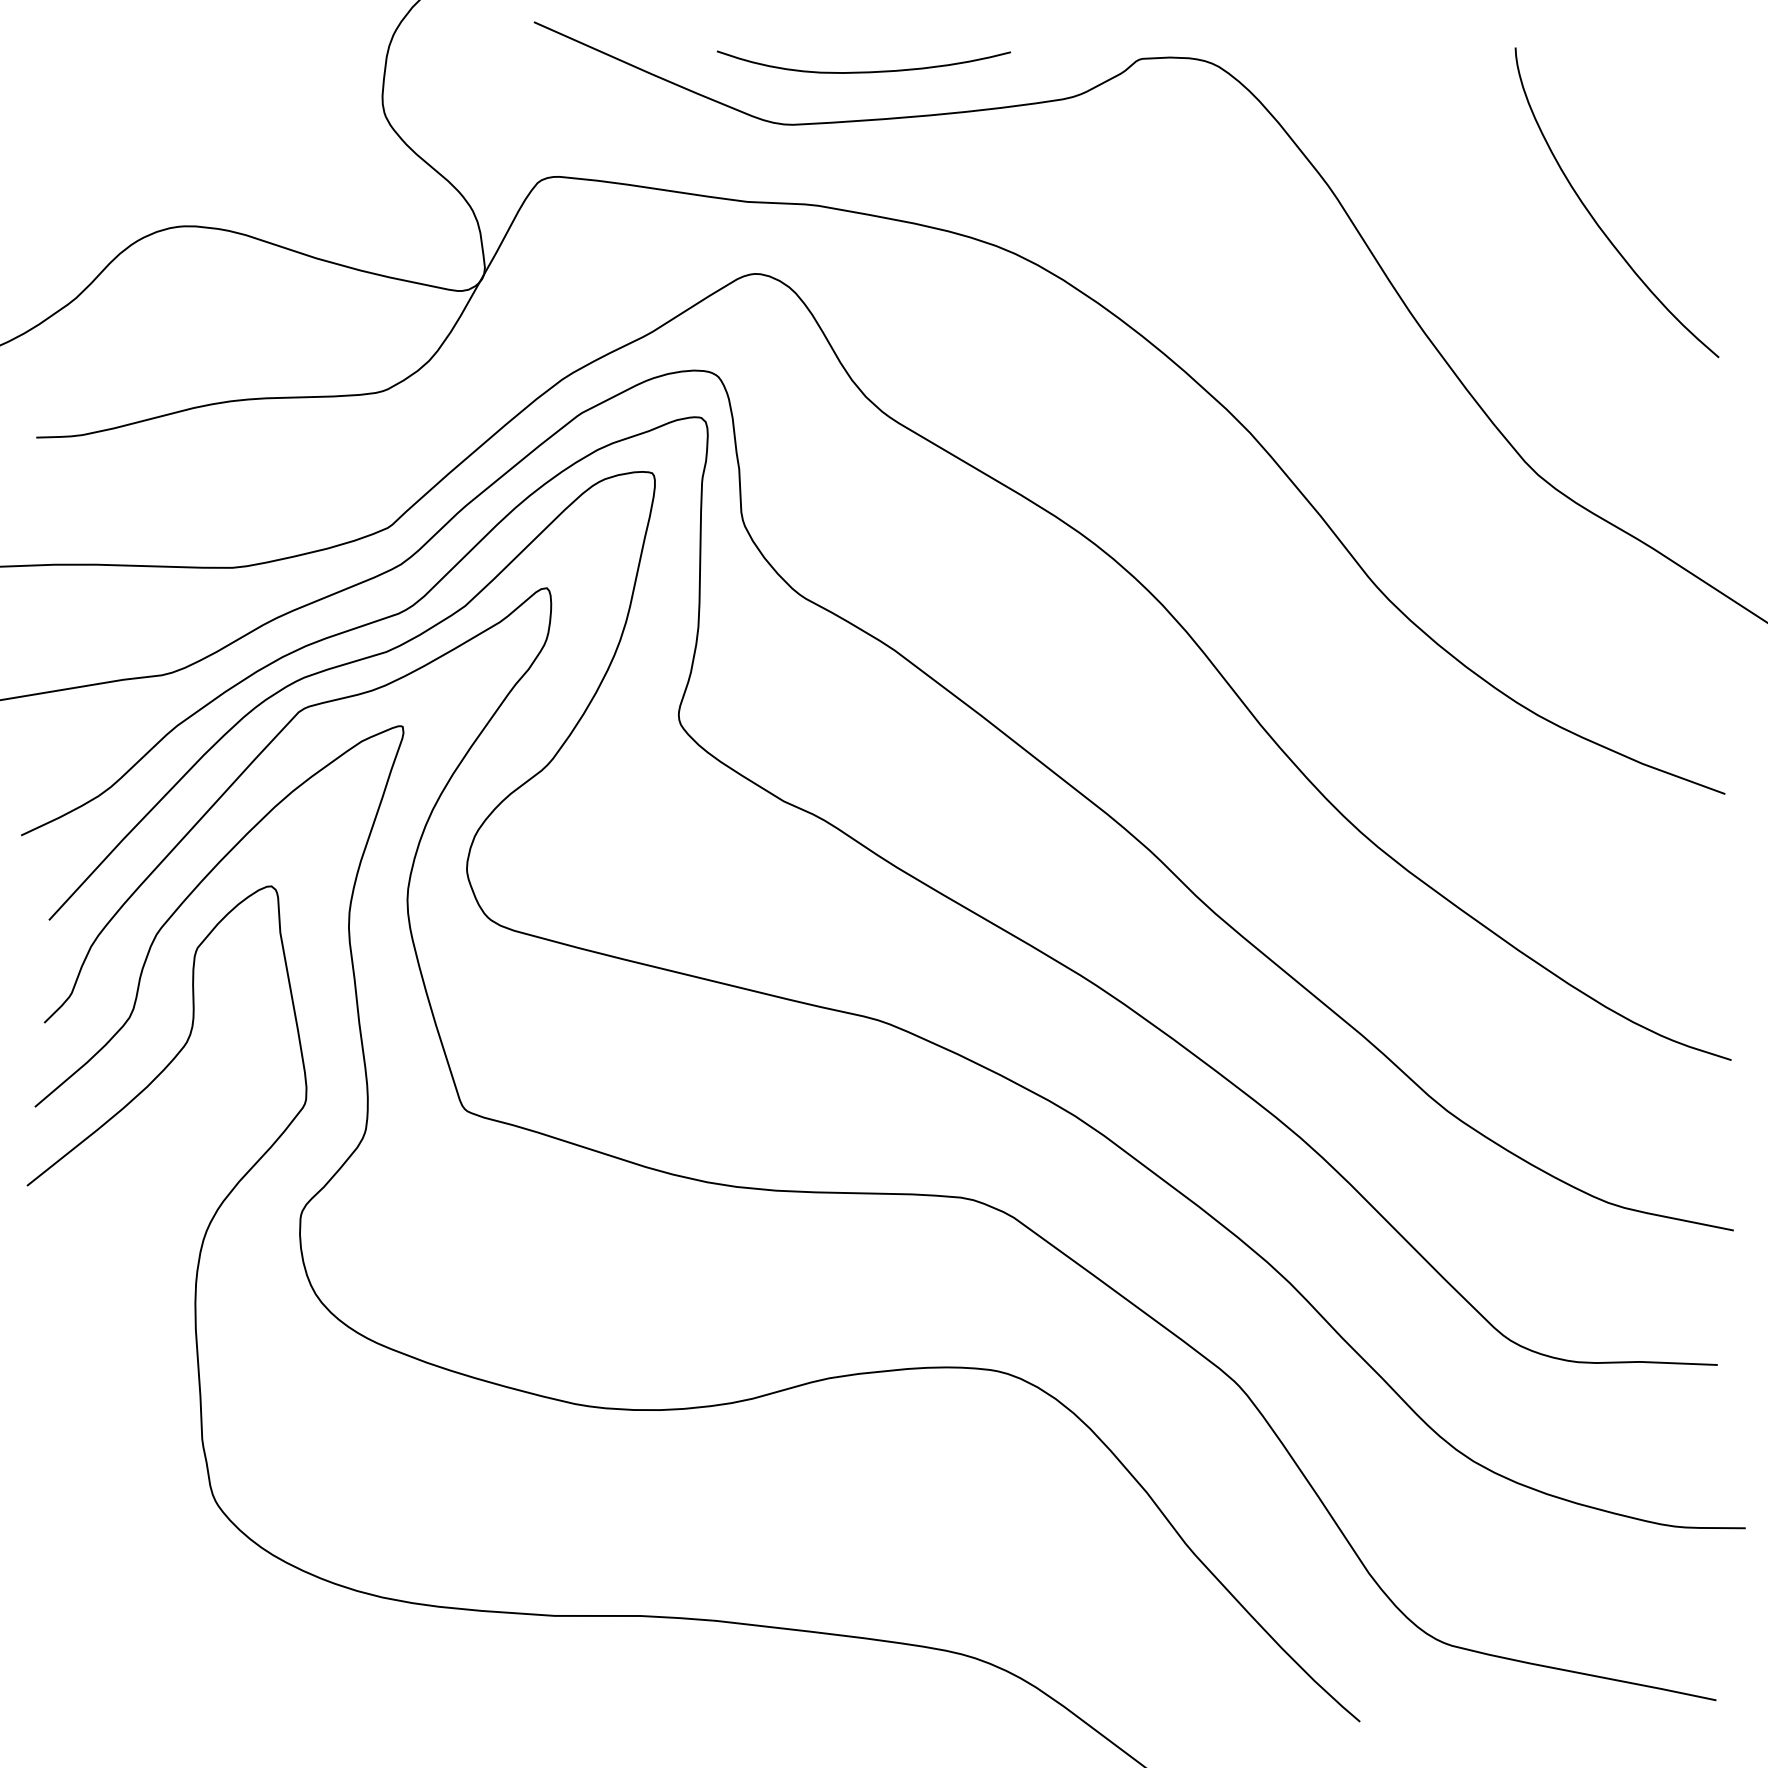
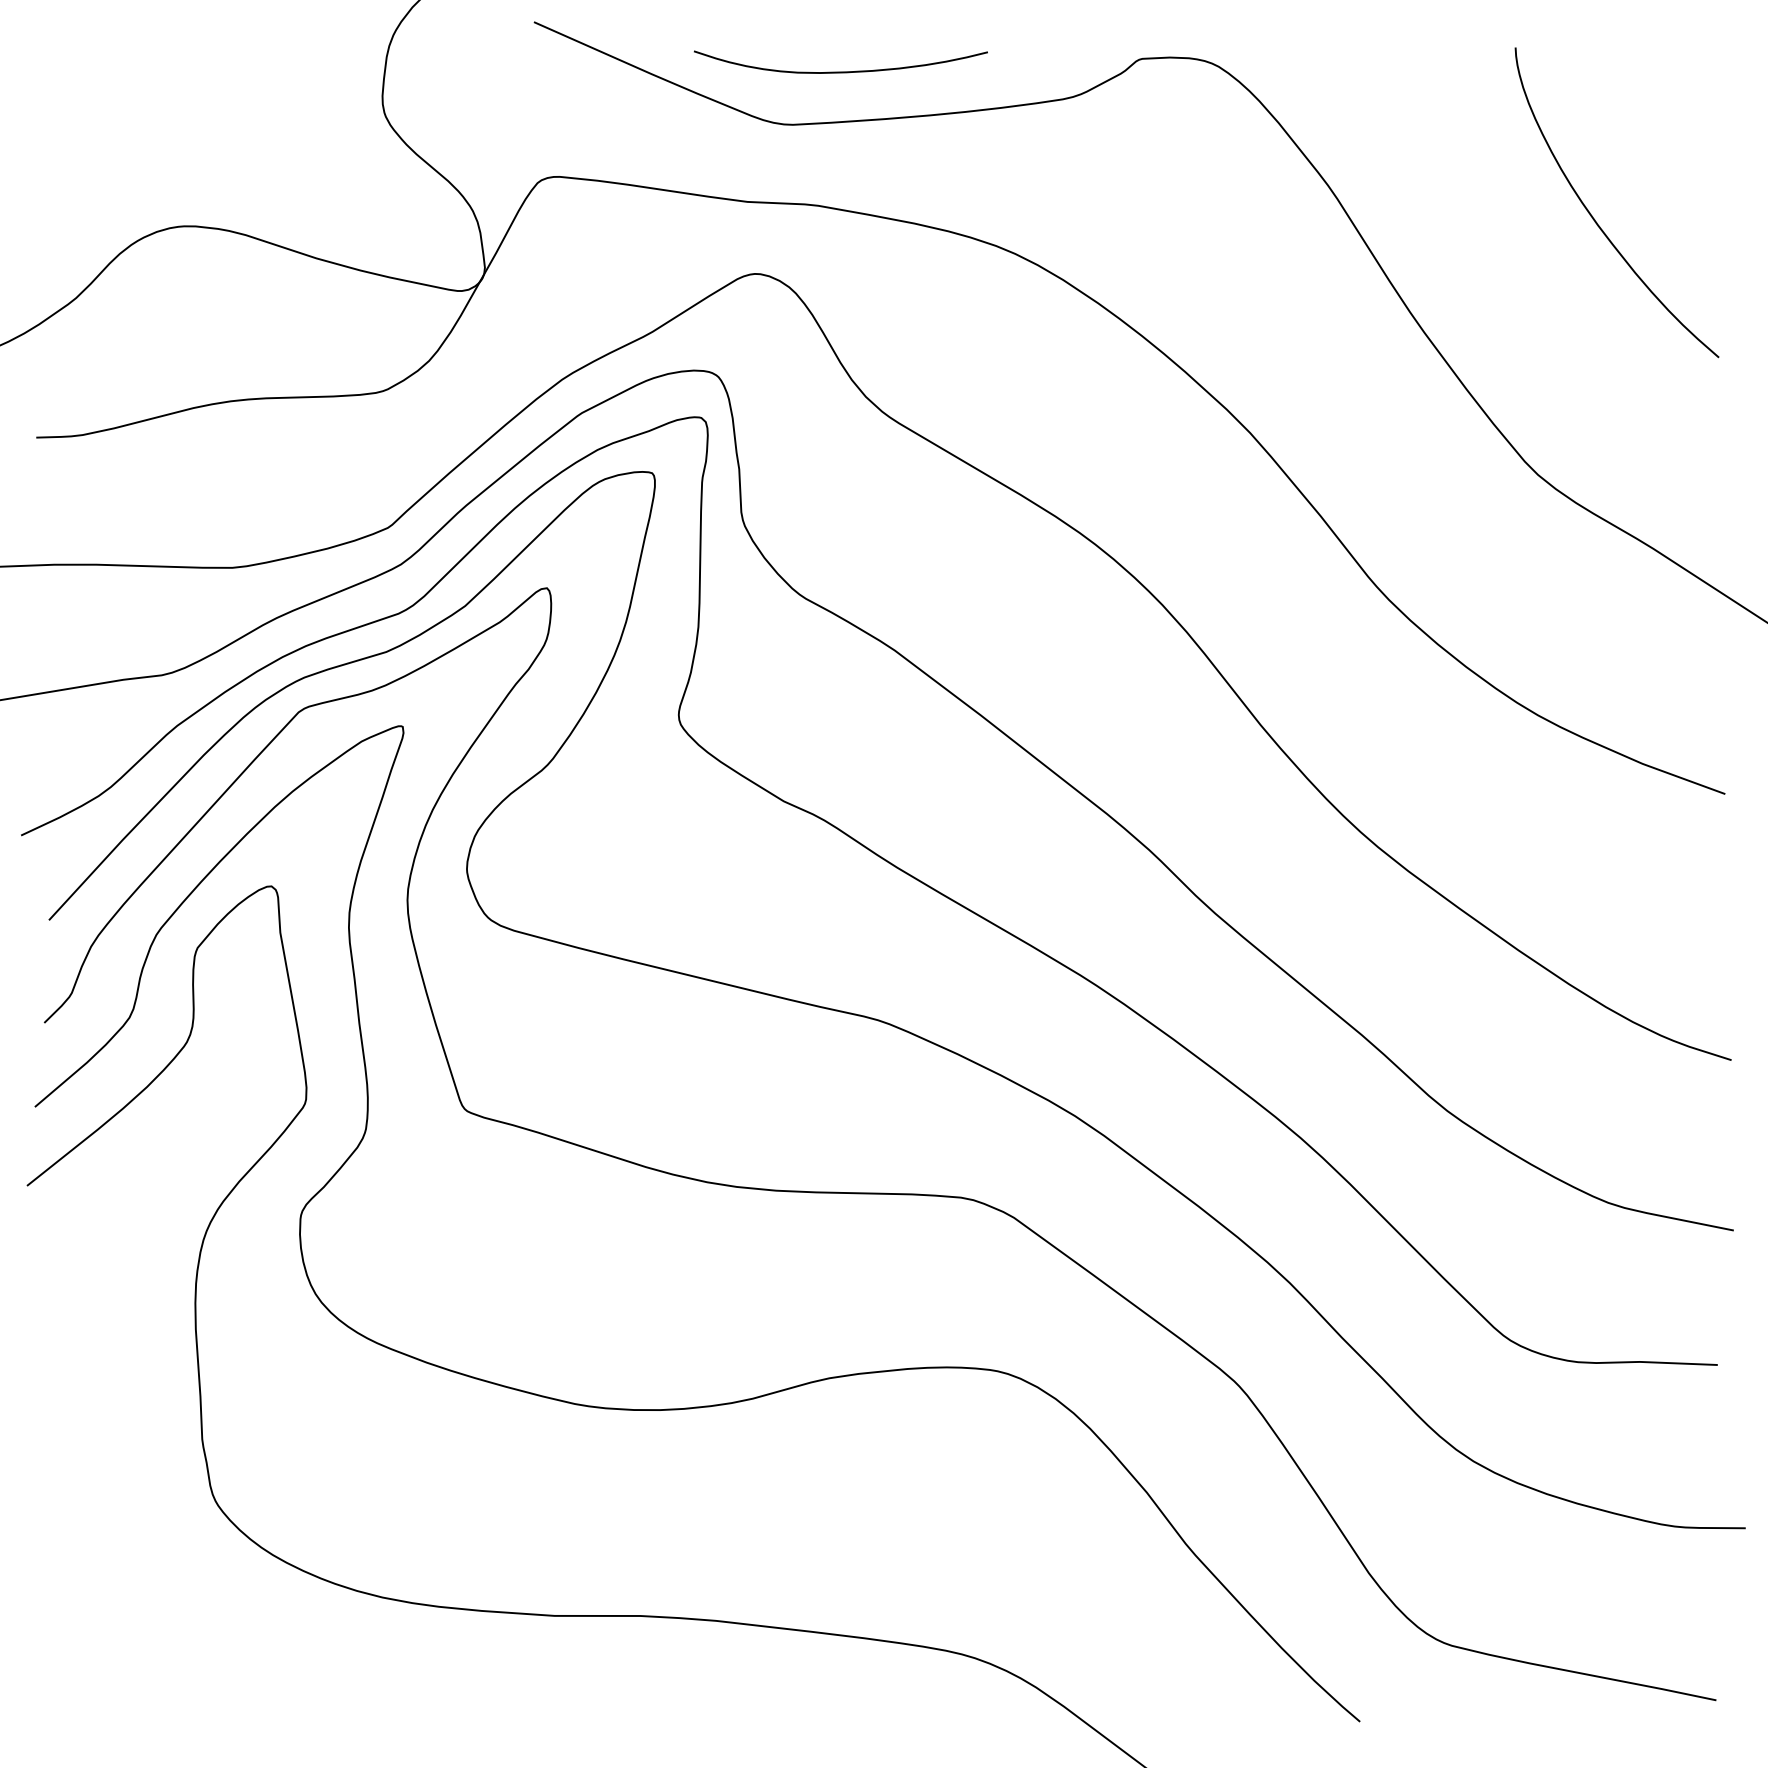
curve at (863, 71) position: (863, 71) -> (840, 71)
